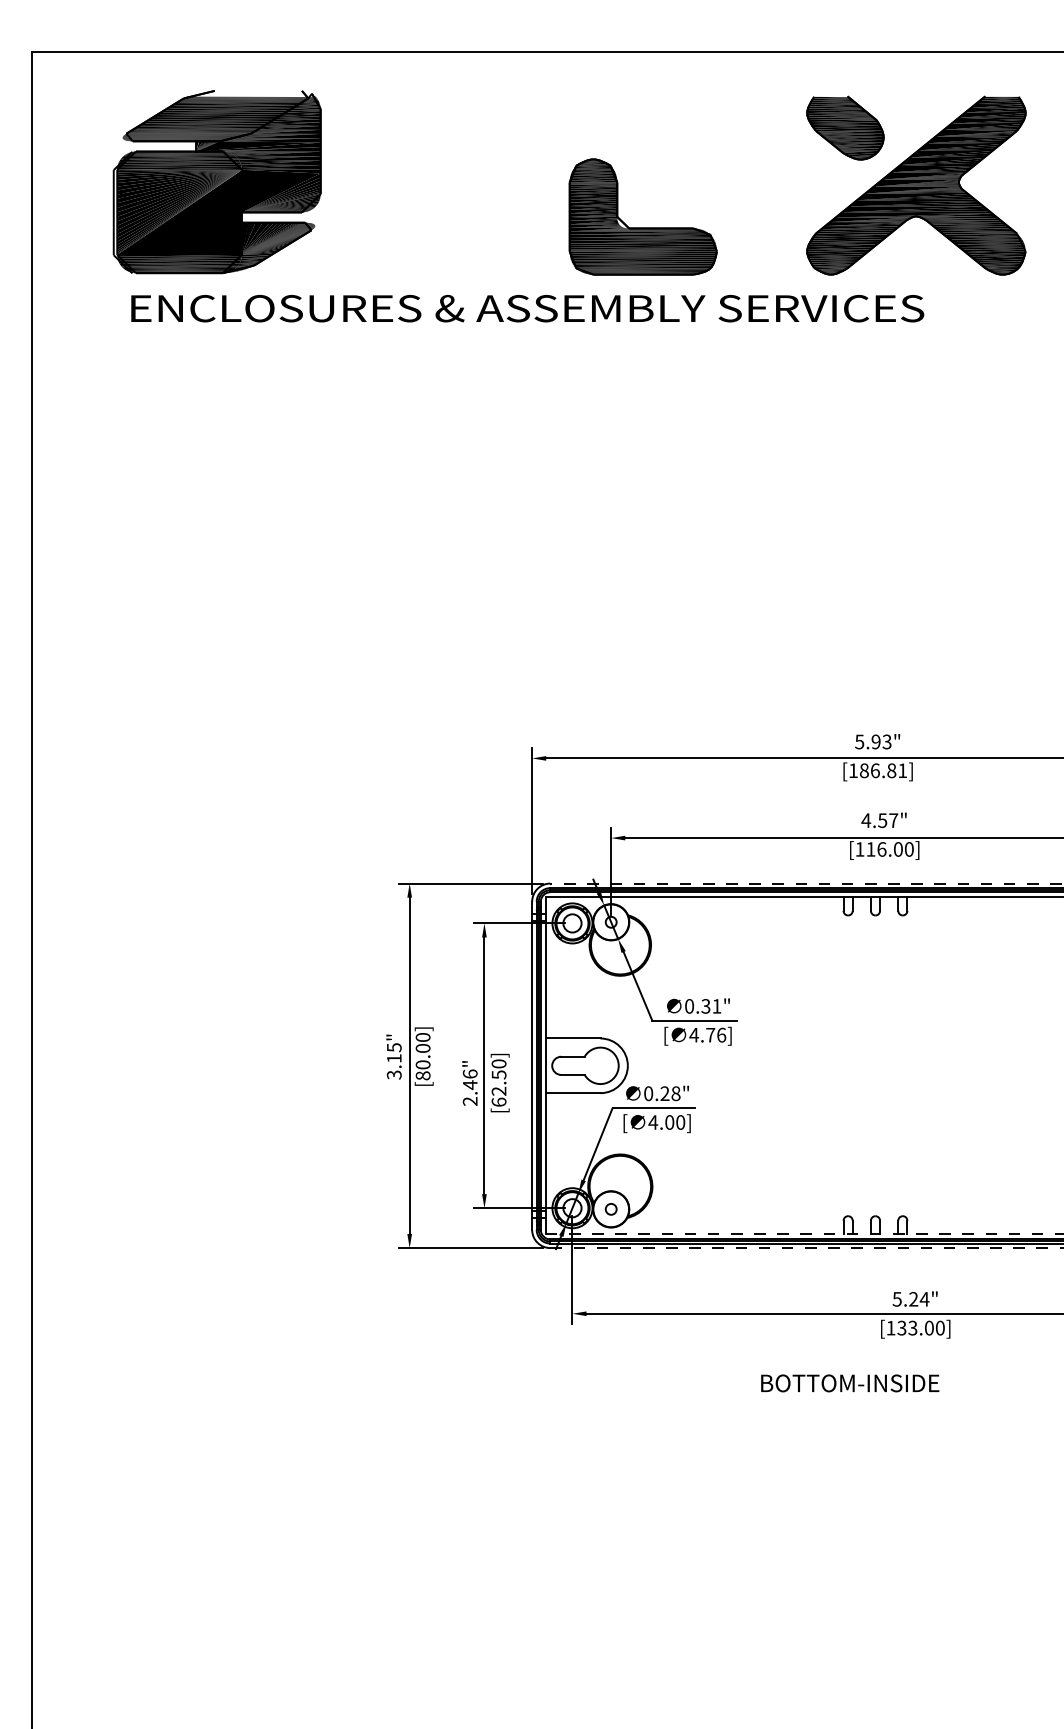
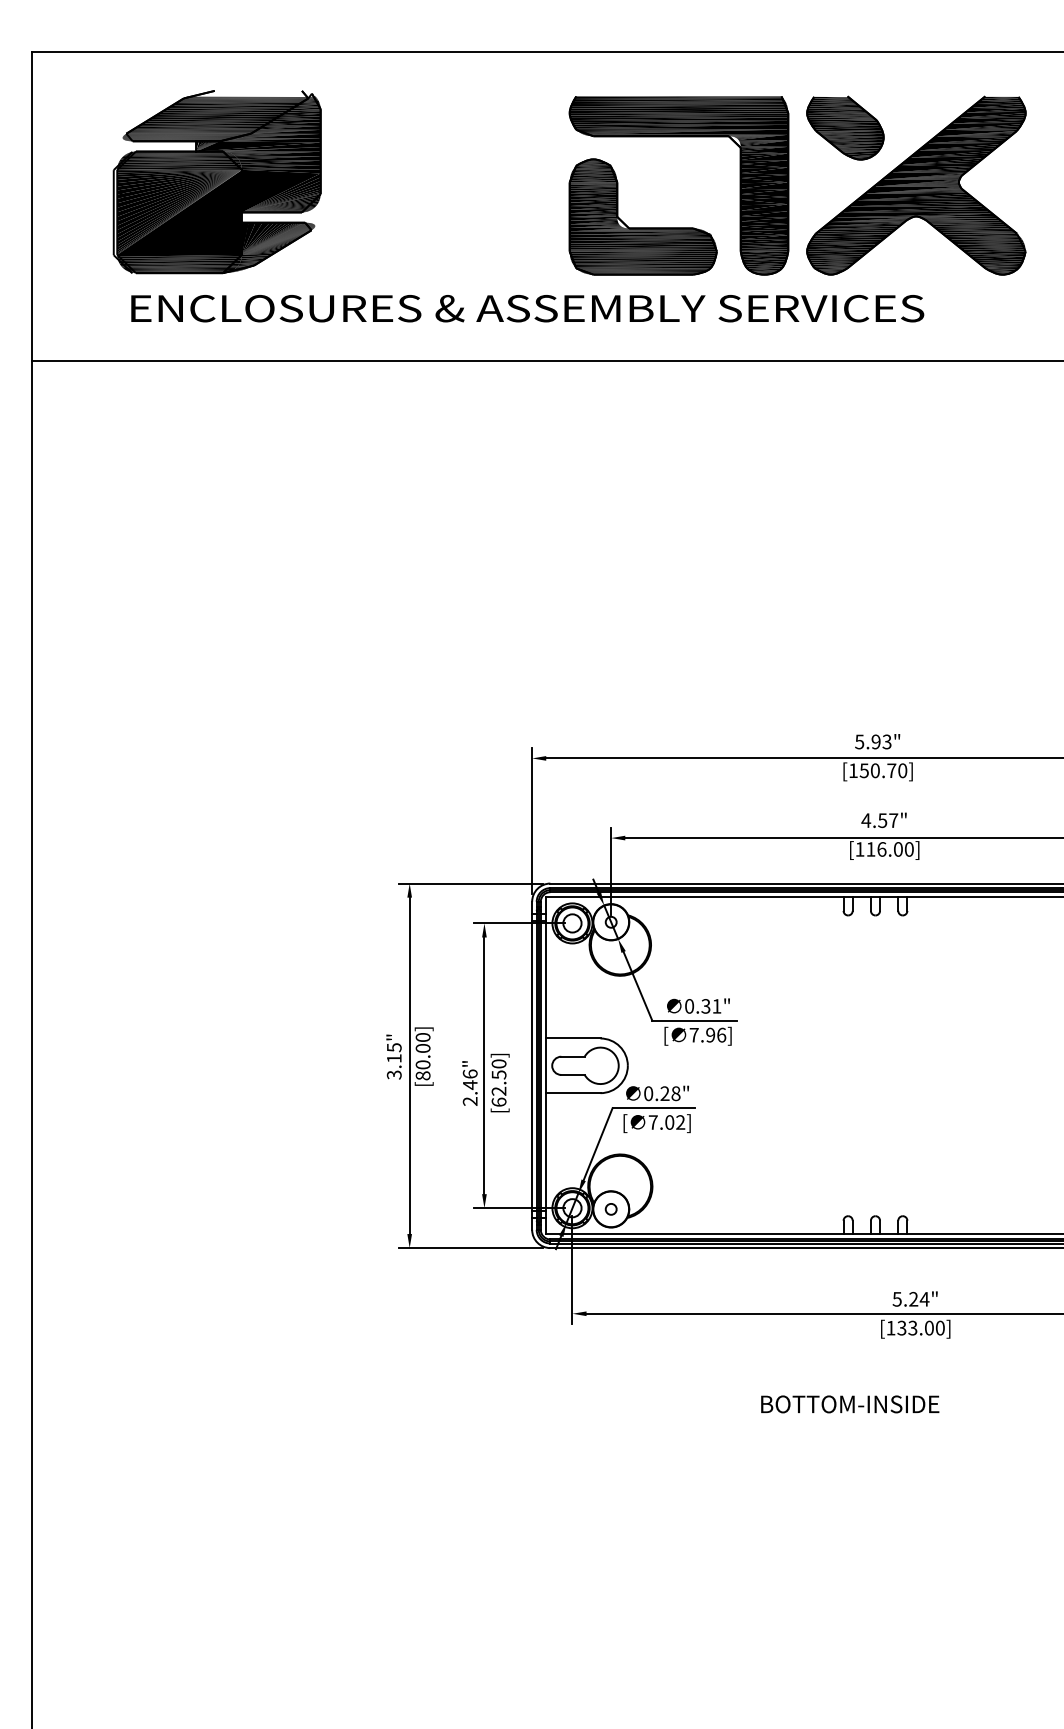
part at (678, 137): none -> present
line at (545, 360): none -> present
text at (883, 770): [186.81] -> [150.70]
line at (807, 883): dashed -> solid
text at (702, 1034): 4.76] -> 7.96]
text at (666, 1122): 4.00] -> 7.02]
line at (804, 1234): dashed -> solid
line at (807, 1248): dashed -> solid
text at (850, 1383) position: (850, 1383) -> (850, 1404)
